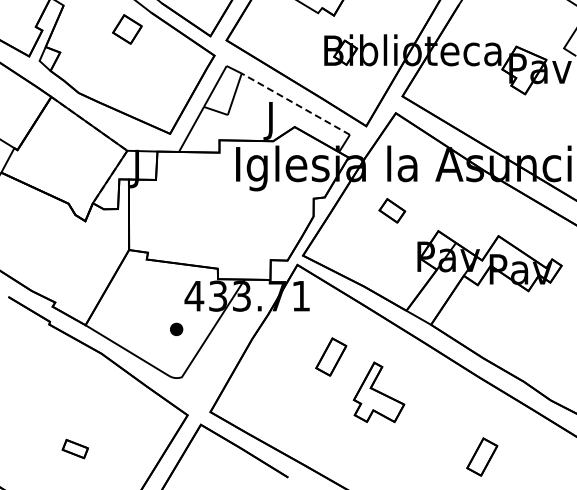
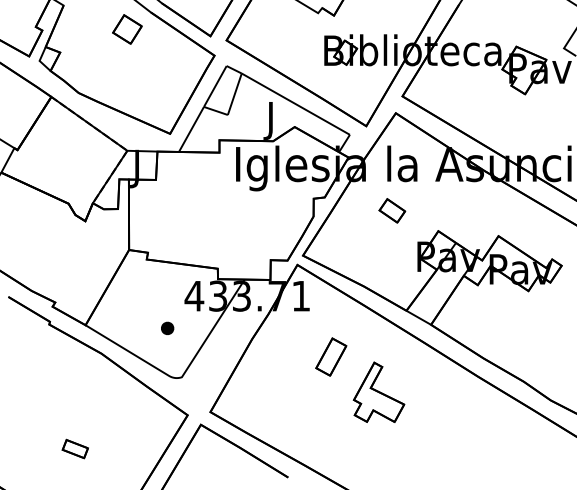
line at (295, 103): dashed -> solid
part at (176, 328) position: (176, 328) -> (167, 327)
part at (482, 456): present -> none
